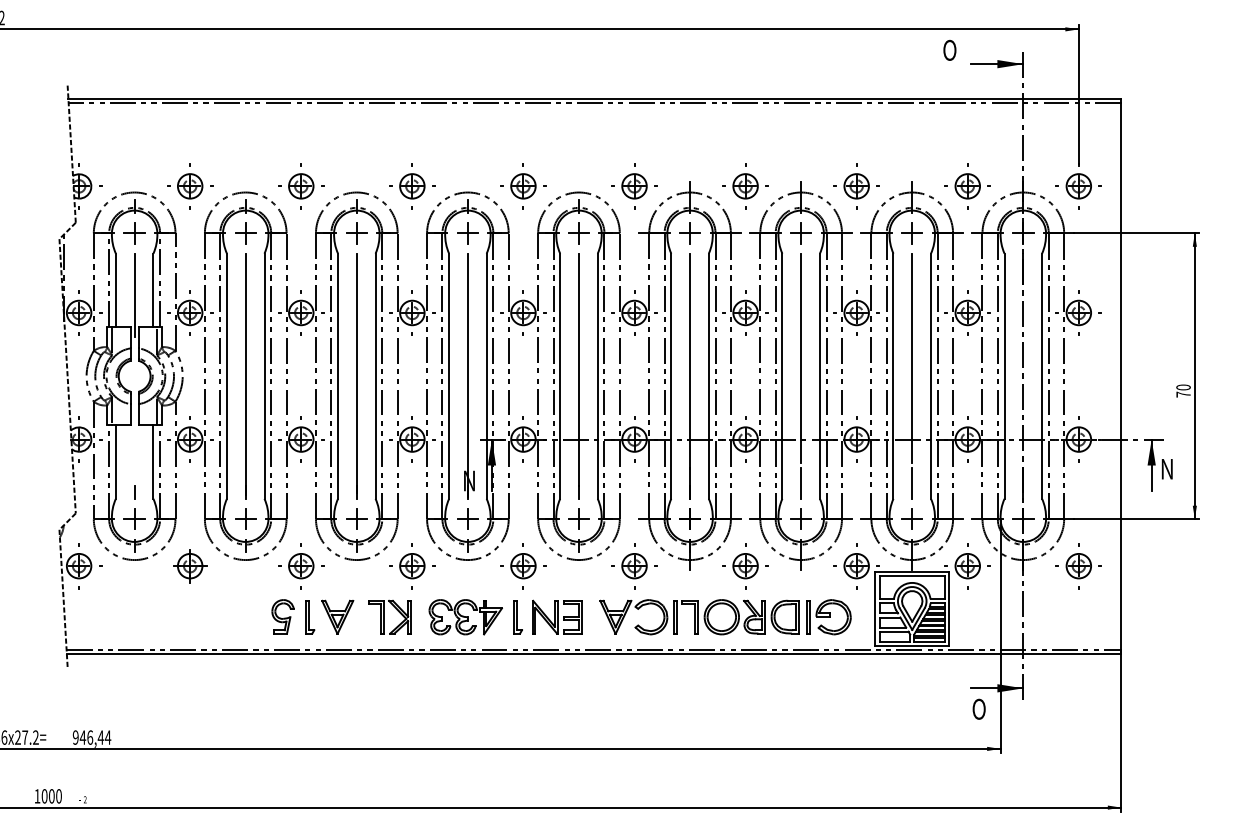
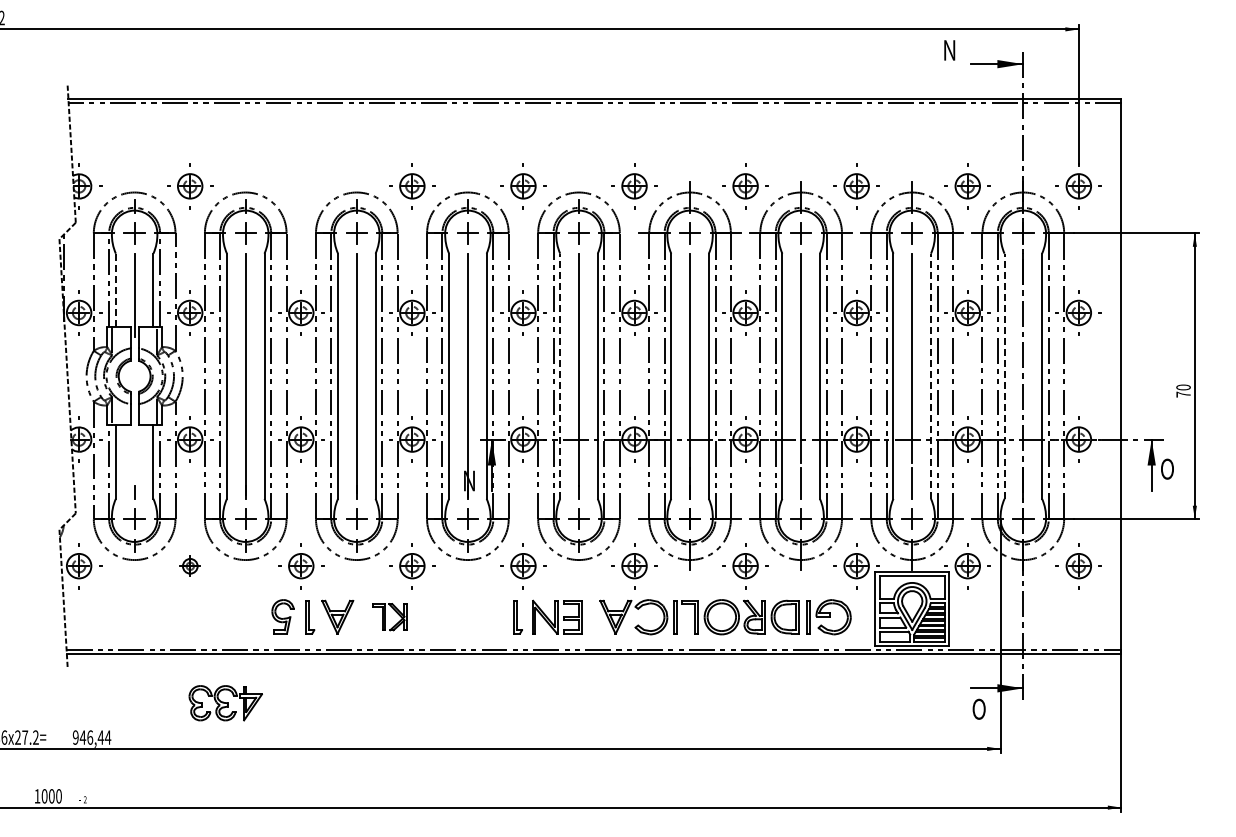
text at (949, 49): O -> N
part at (301, 186): present -> none
line at (115, 290): solid -> dashed
line at (560, 376): solid -> dashed
line at (931, 376): solid -> dashed
line at (1004, 376): solid -> dashed
text at (1167, 468): N -> O
part at (190, 566) size: 35x35 px -> 22x22 px
part at (389, 616) size: 44x36 px -> 36x29 px
part at (465, 617) position: (465, 617) -> (225, 703)
